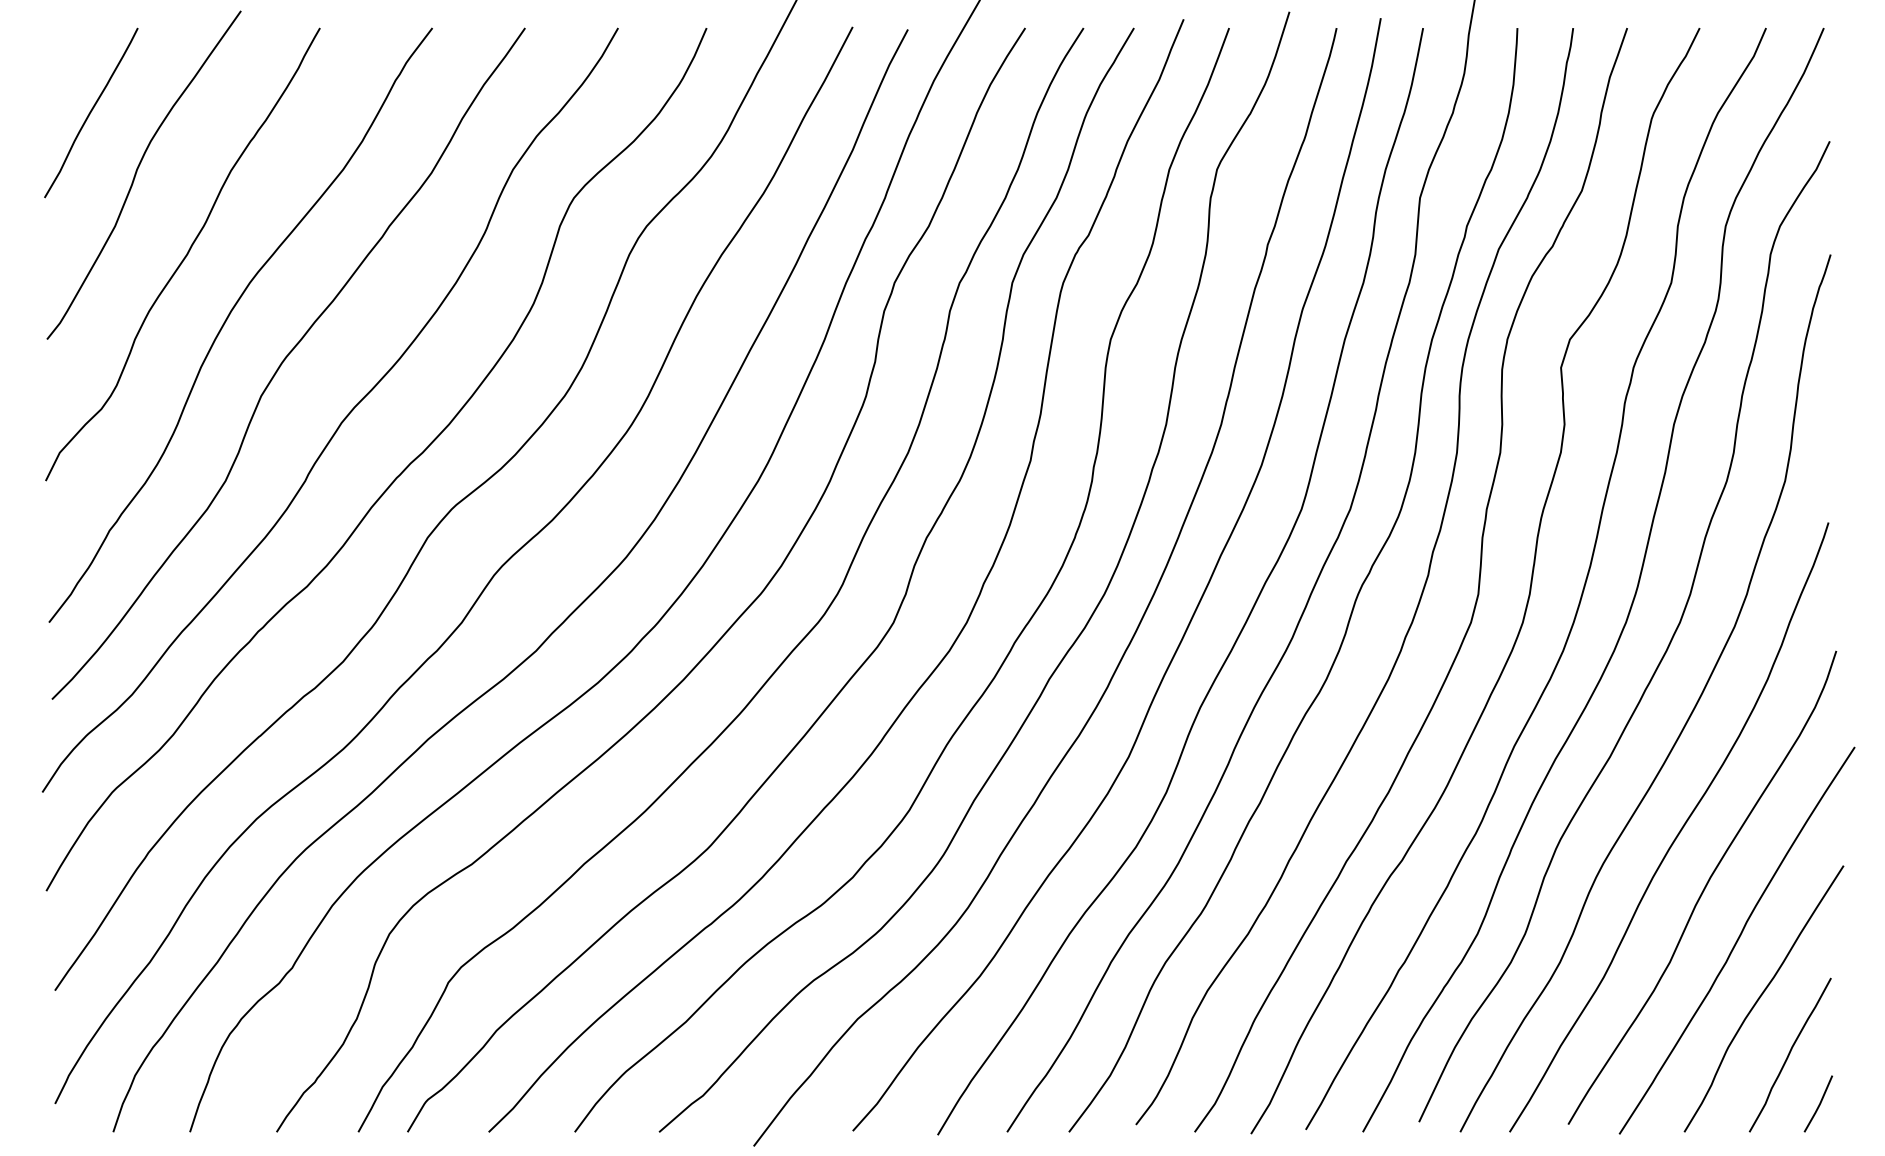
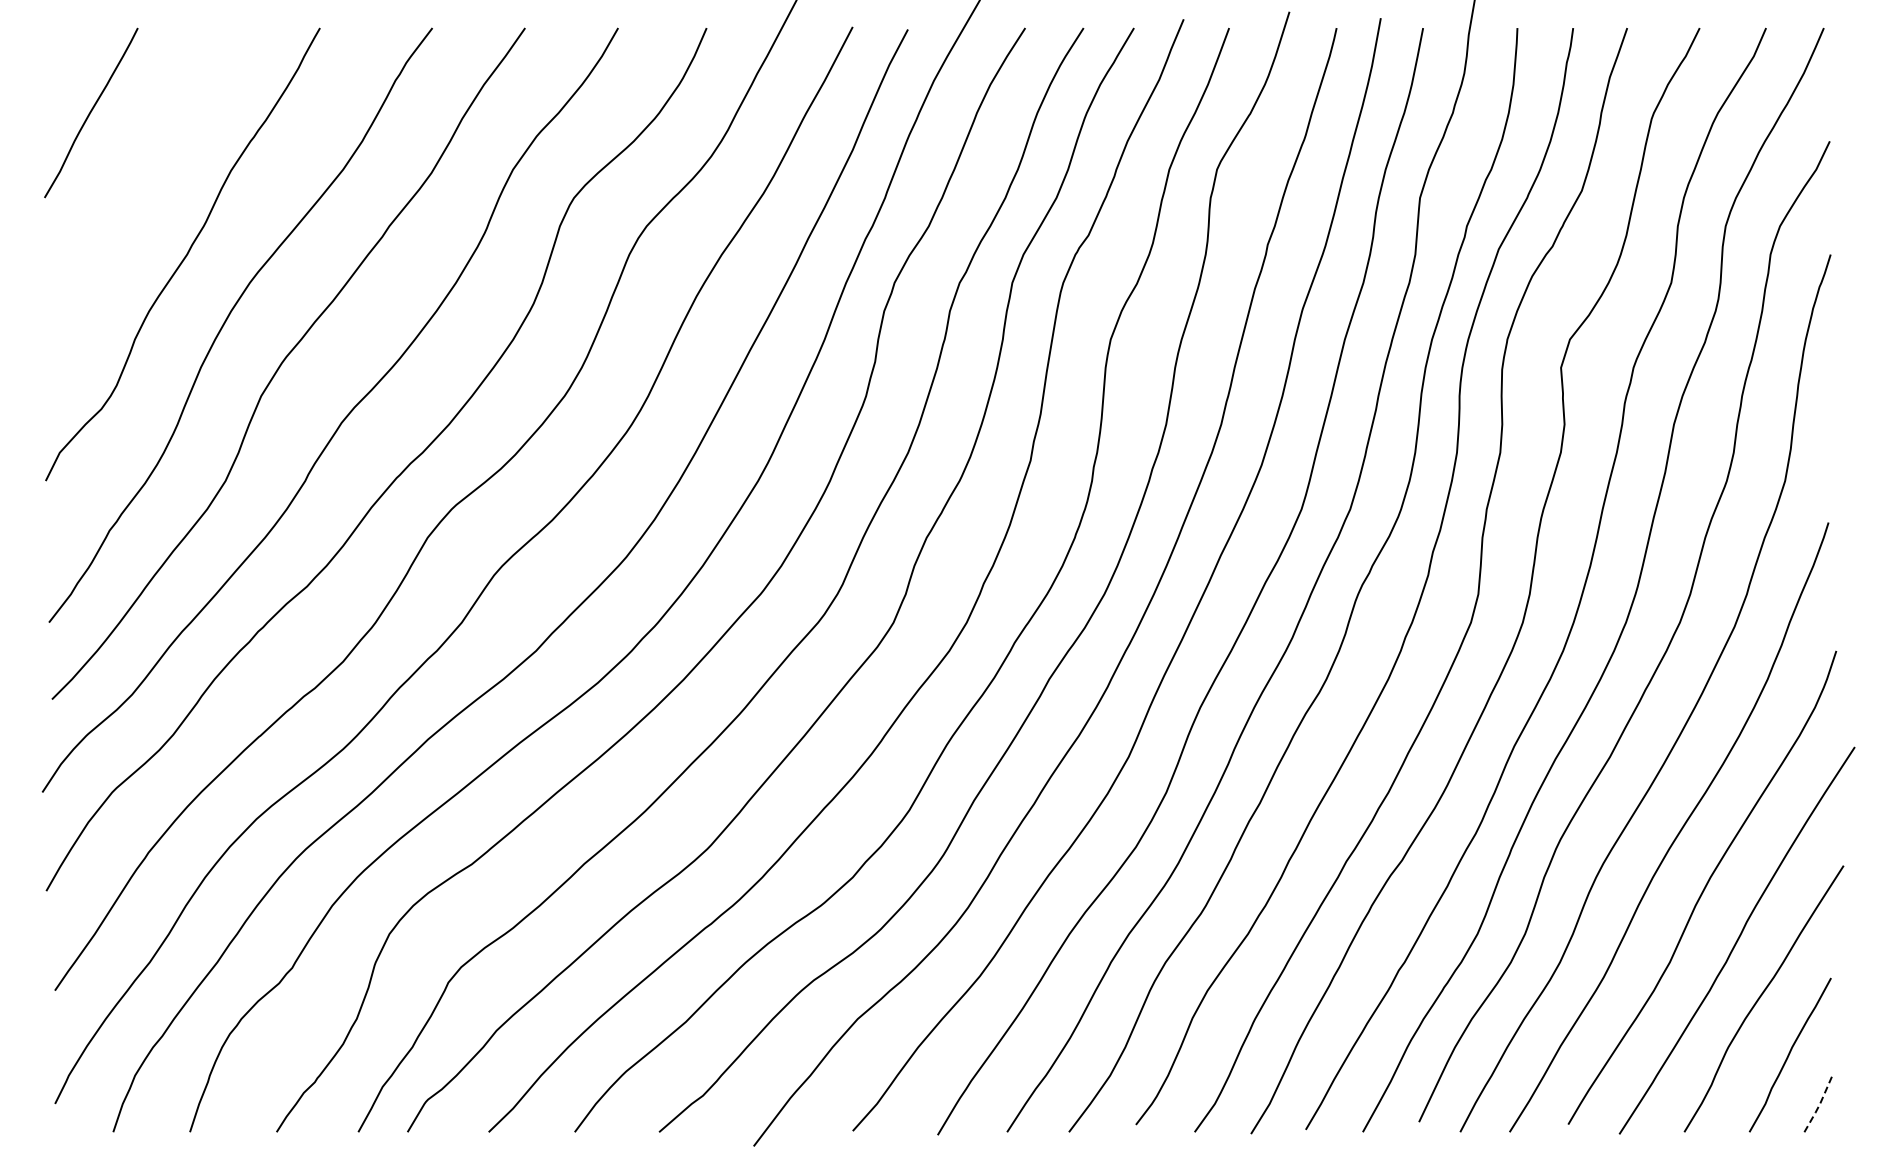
curve at (137, 172): present -> none
line at (1819, 1104): solid -> dashed
